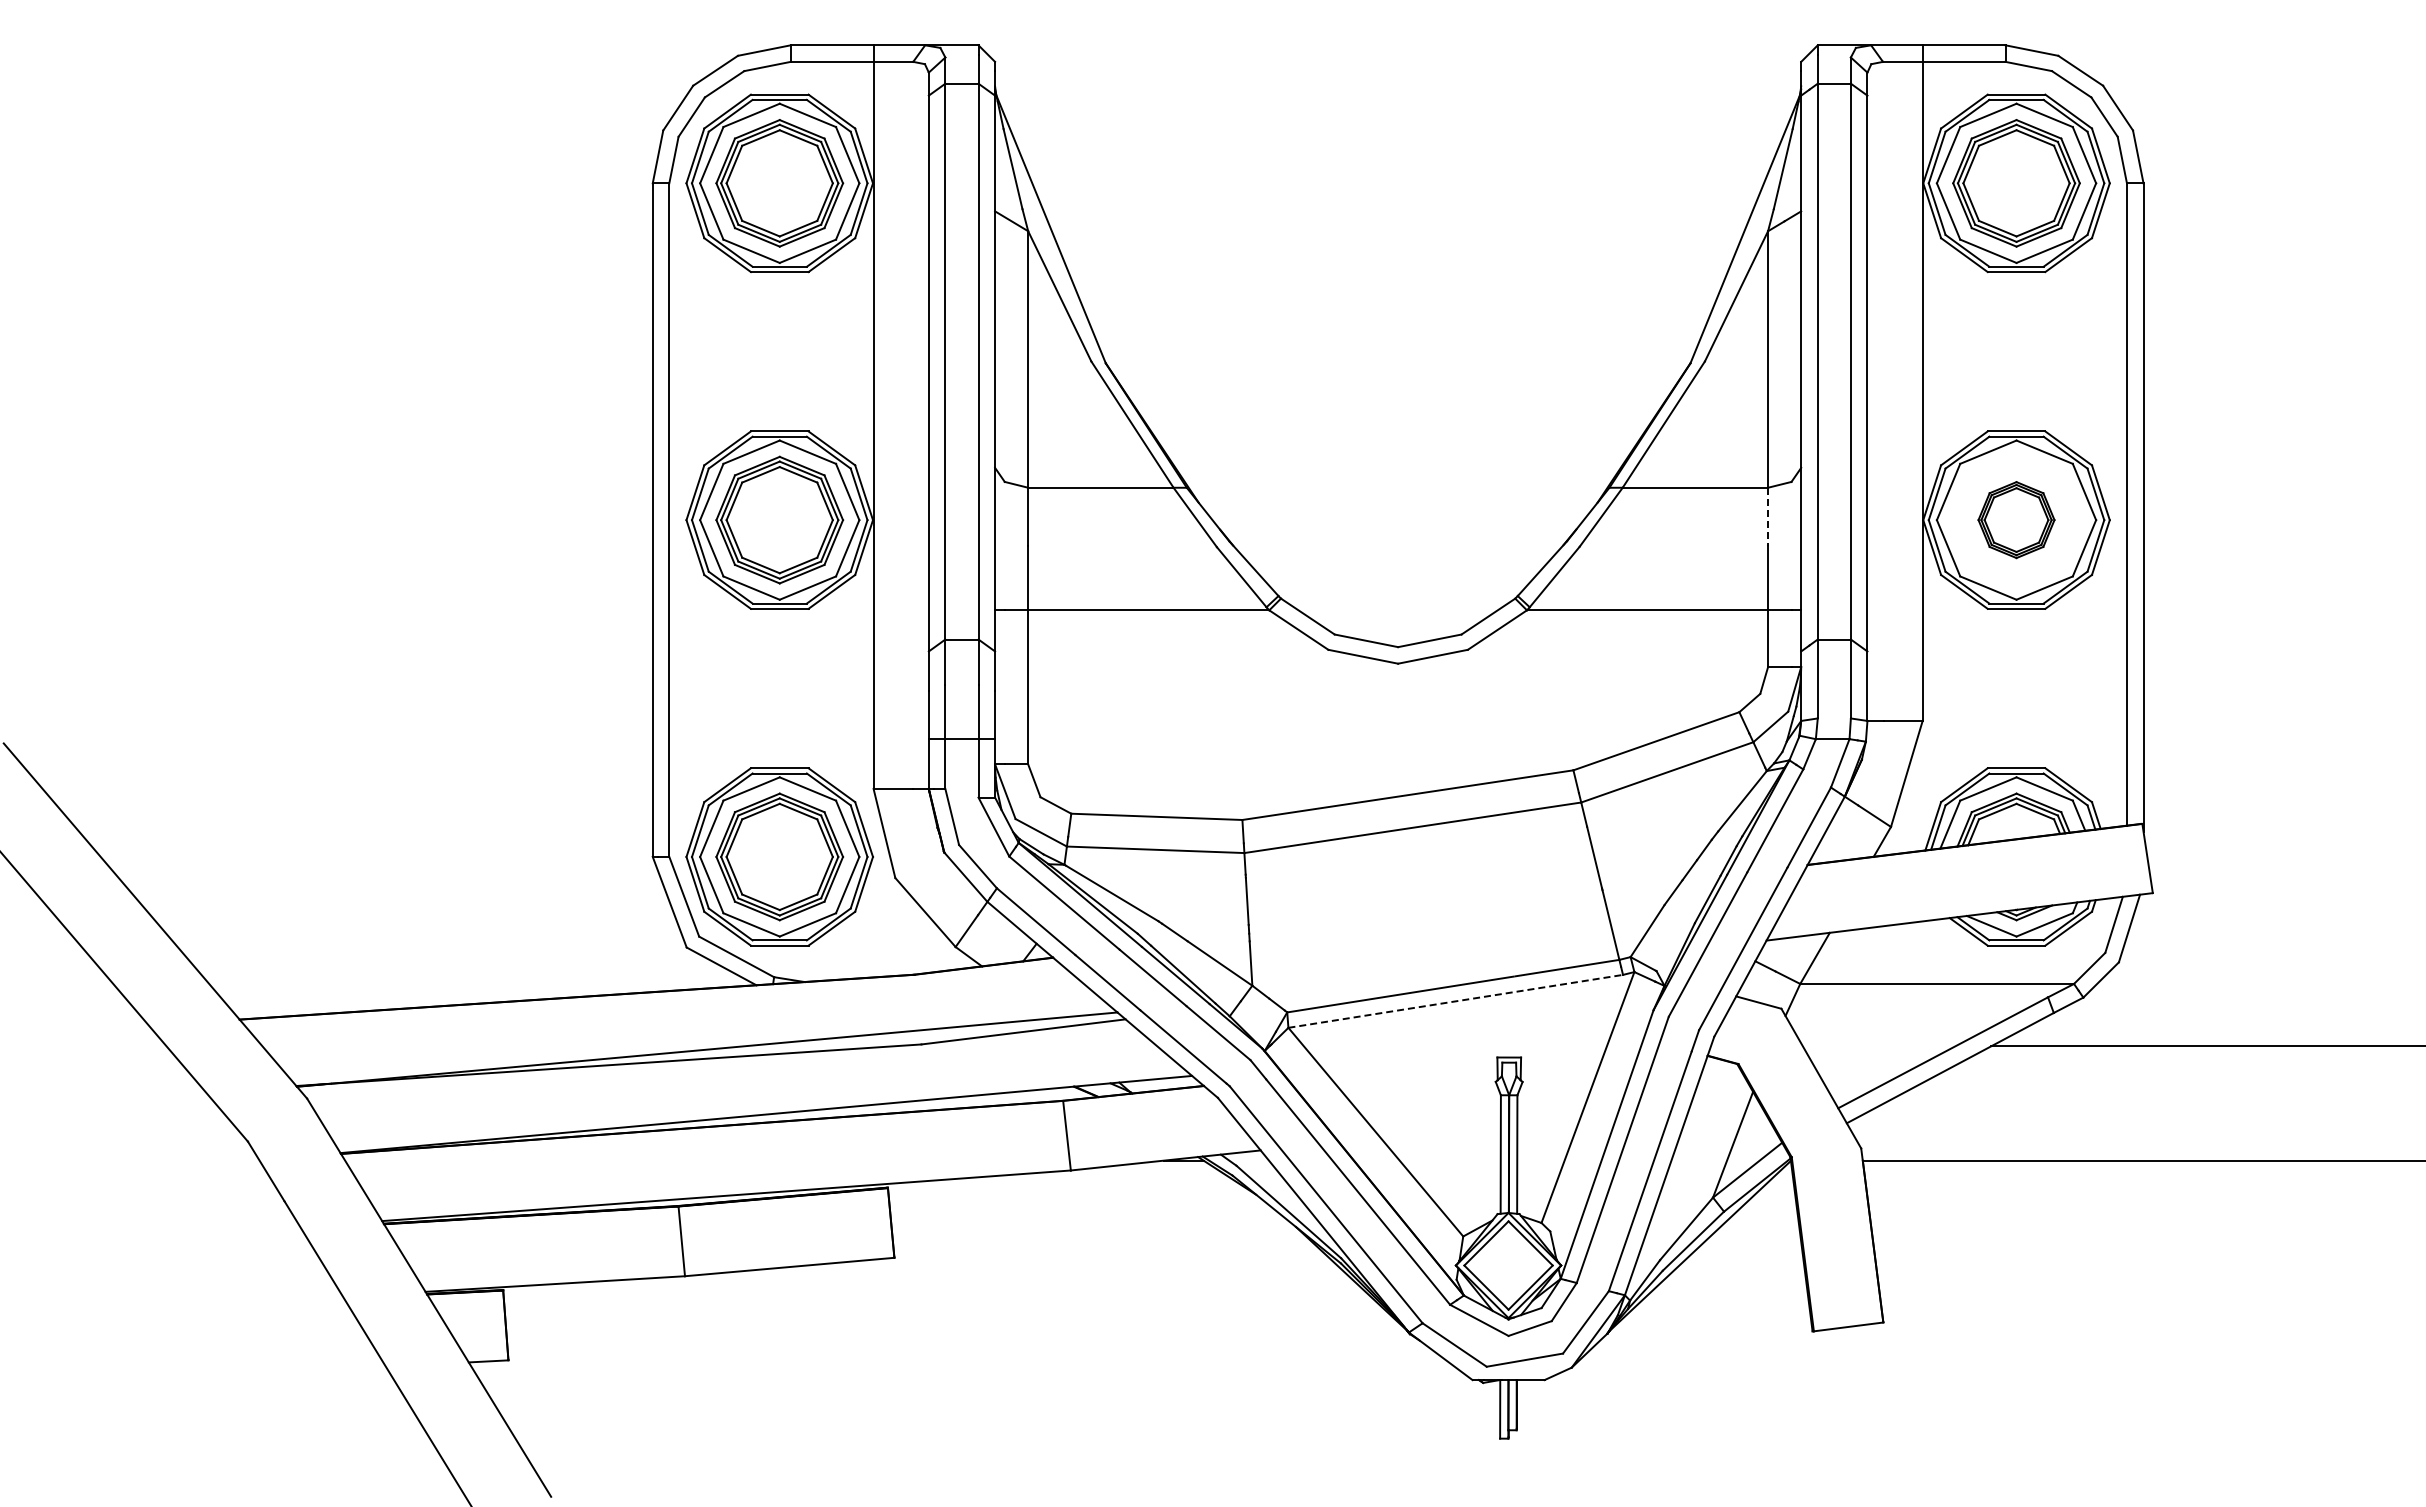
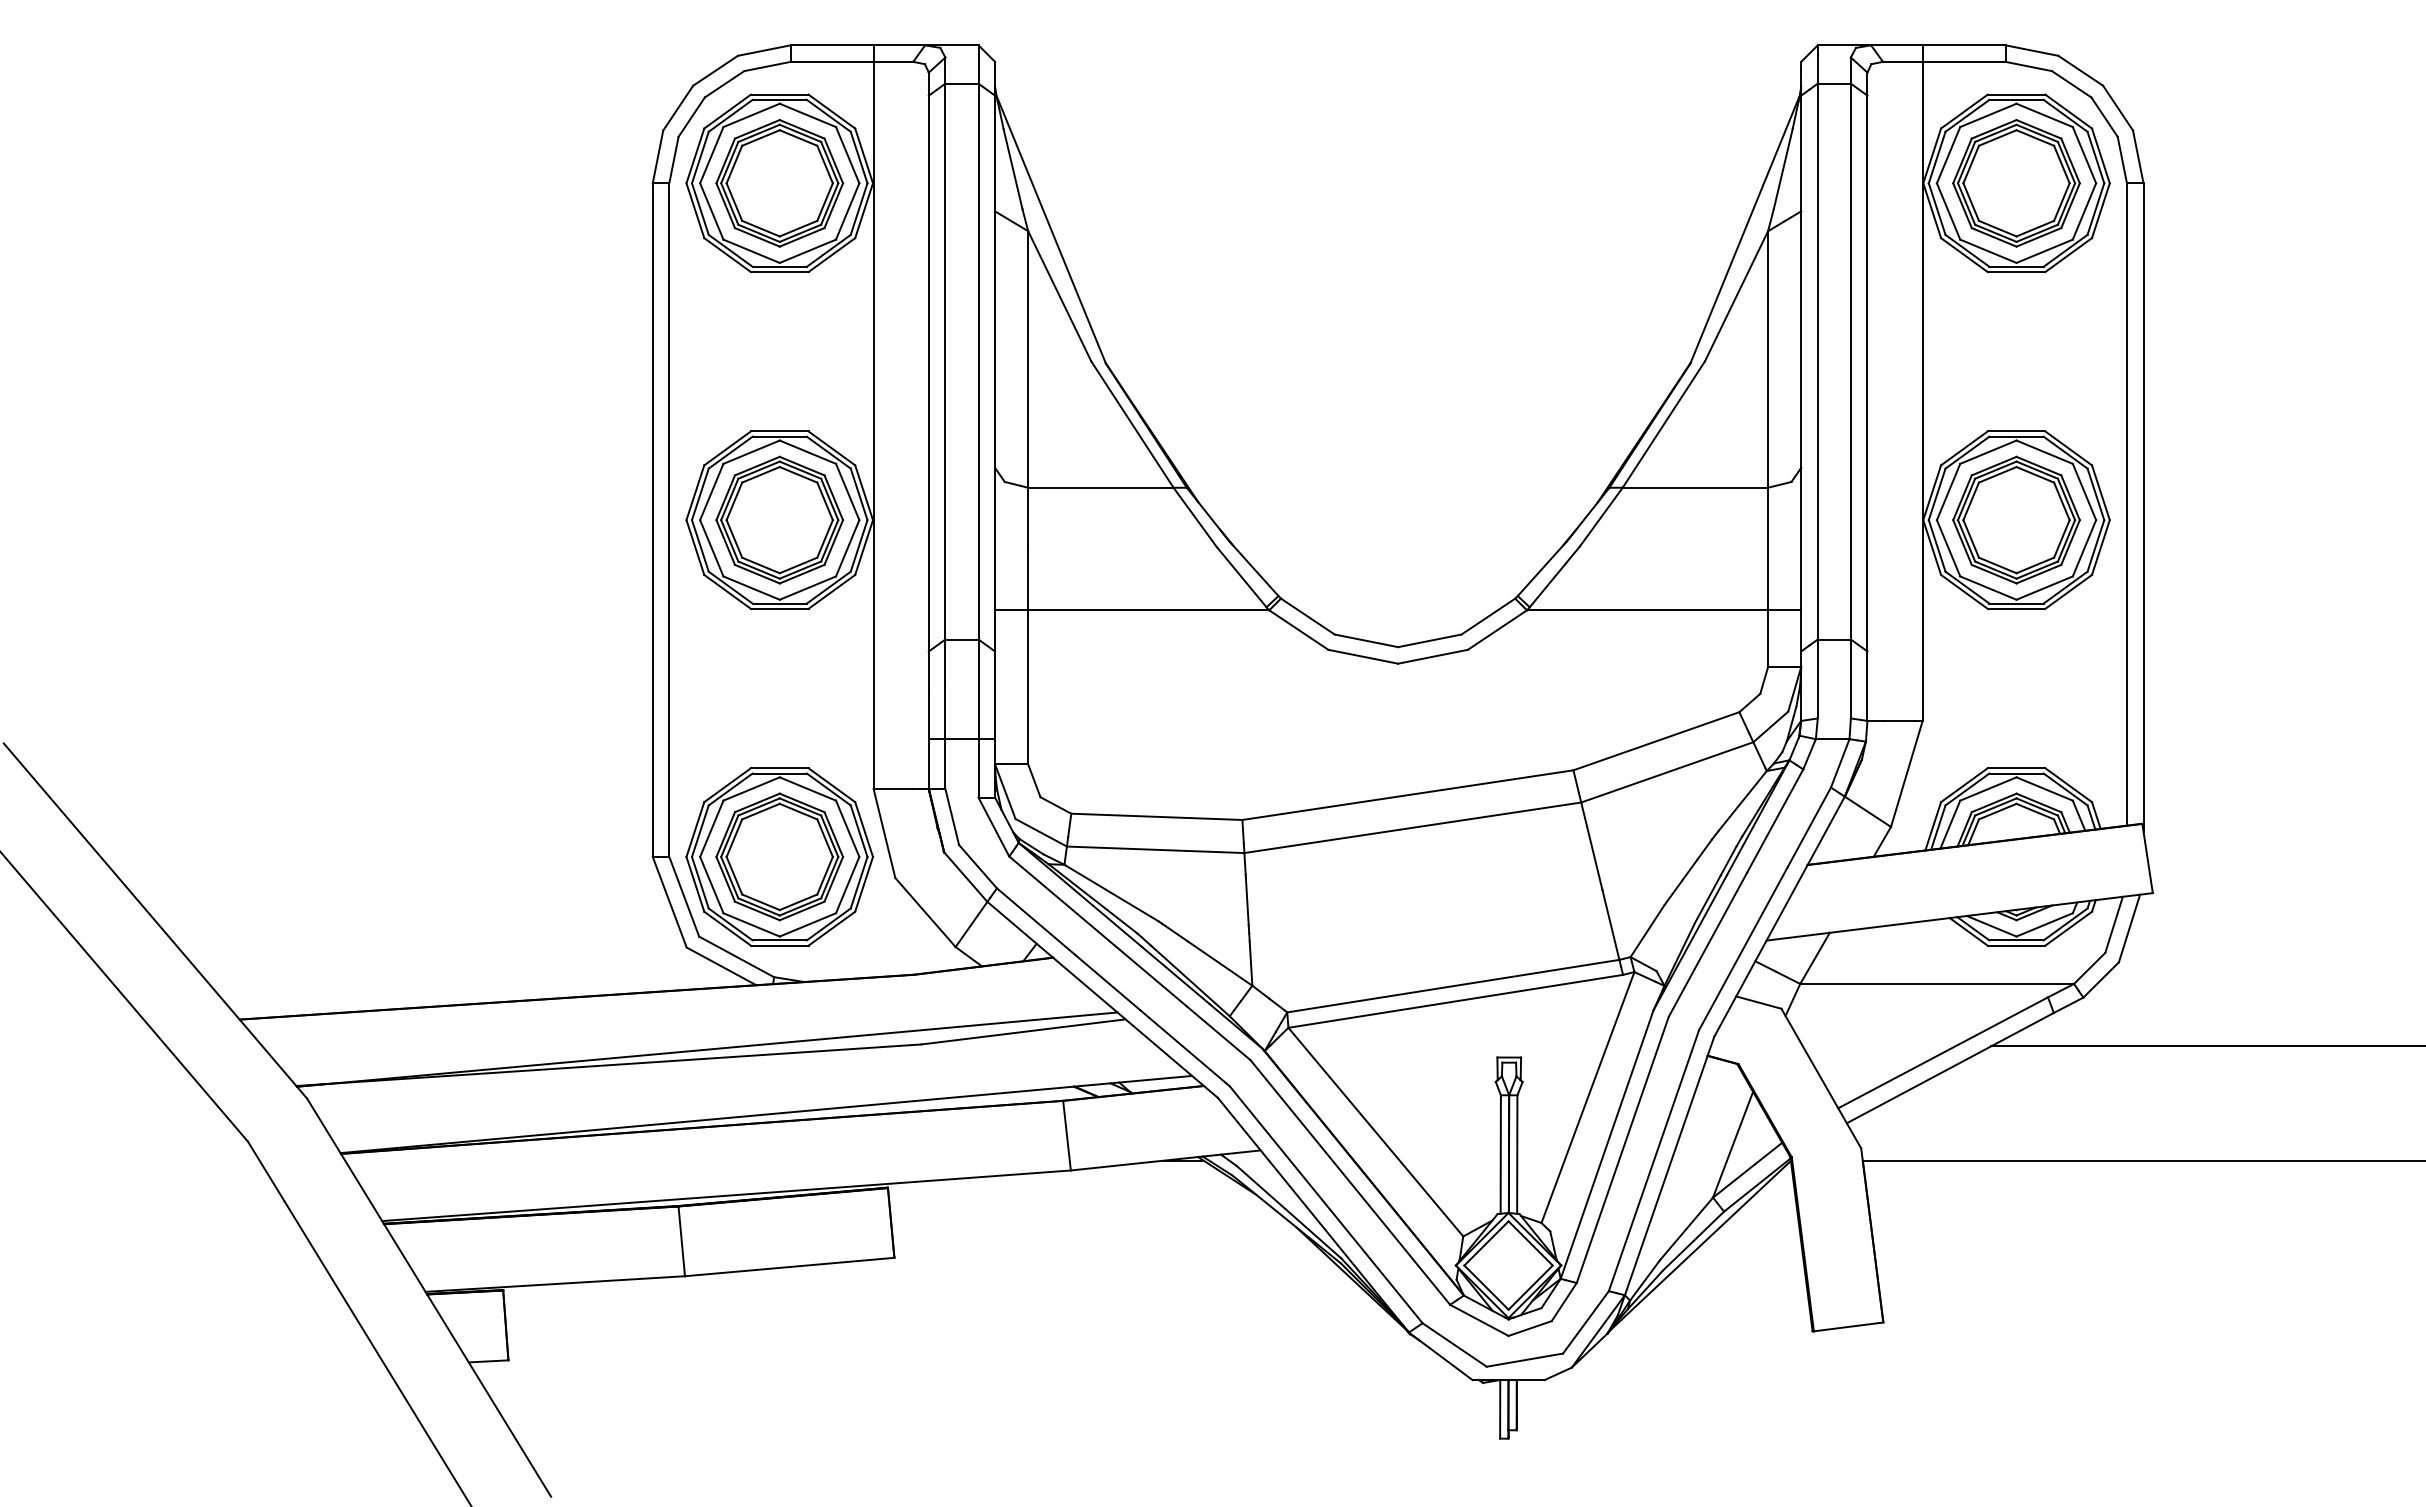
line at (1768, 516): dashed -> solid
part at (2016, 520) size: 79x79 px -> 129x130 px
line at (1456, 1001): dashed -> solid
